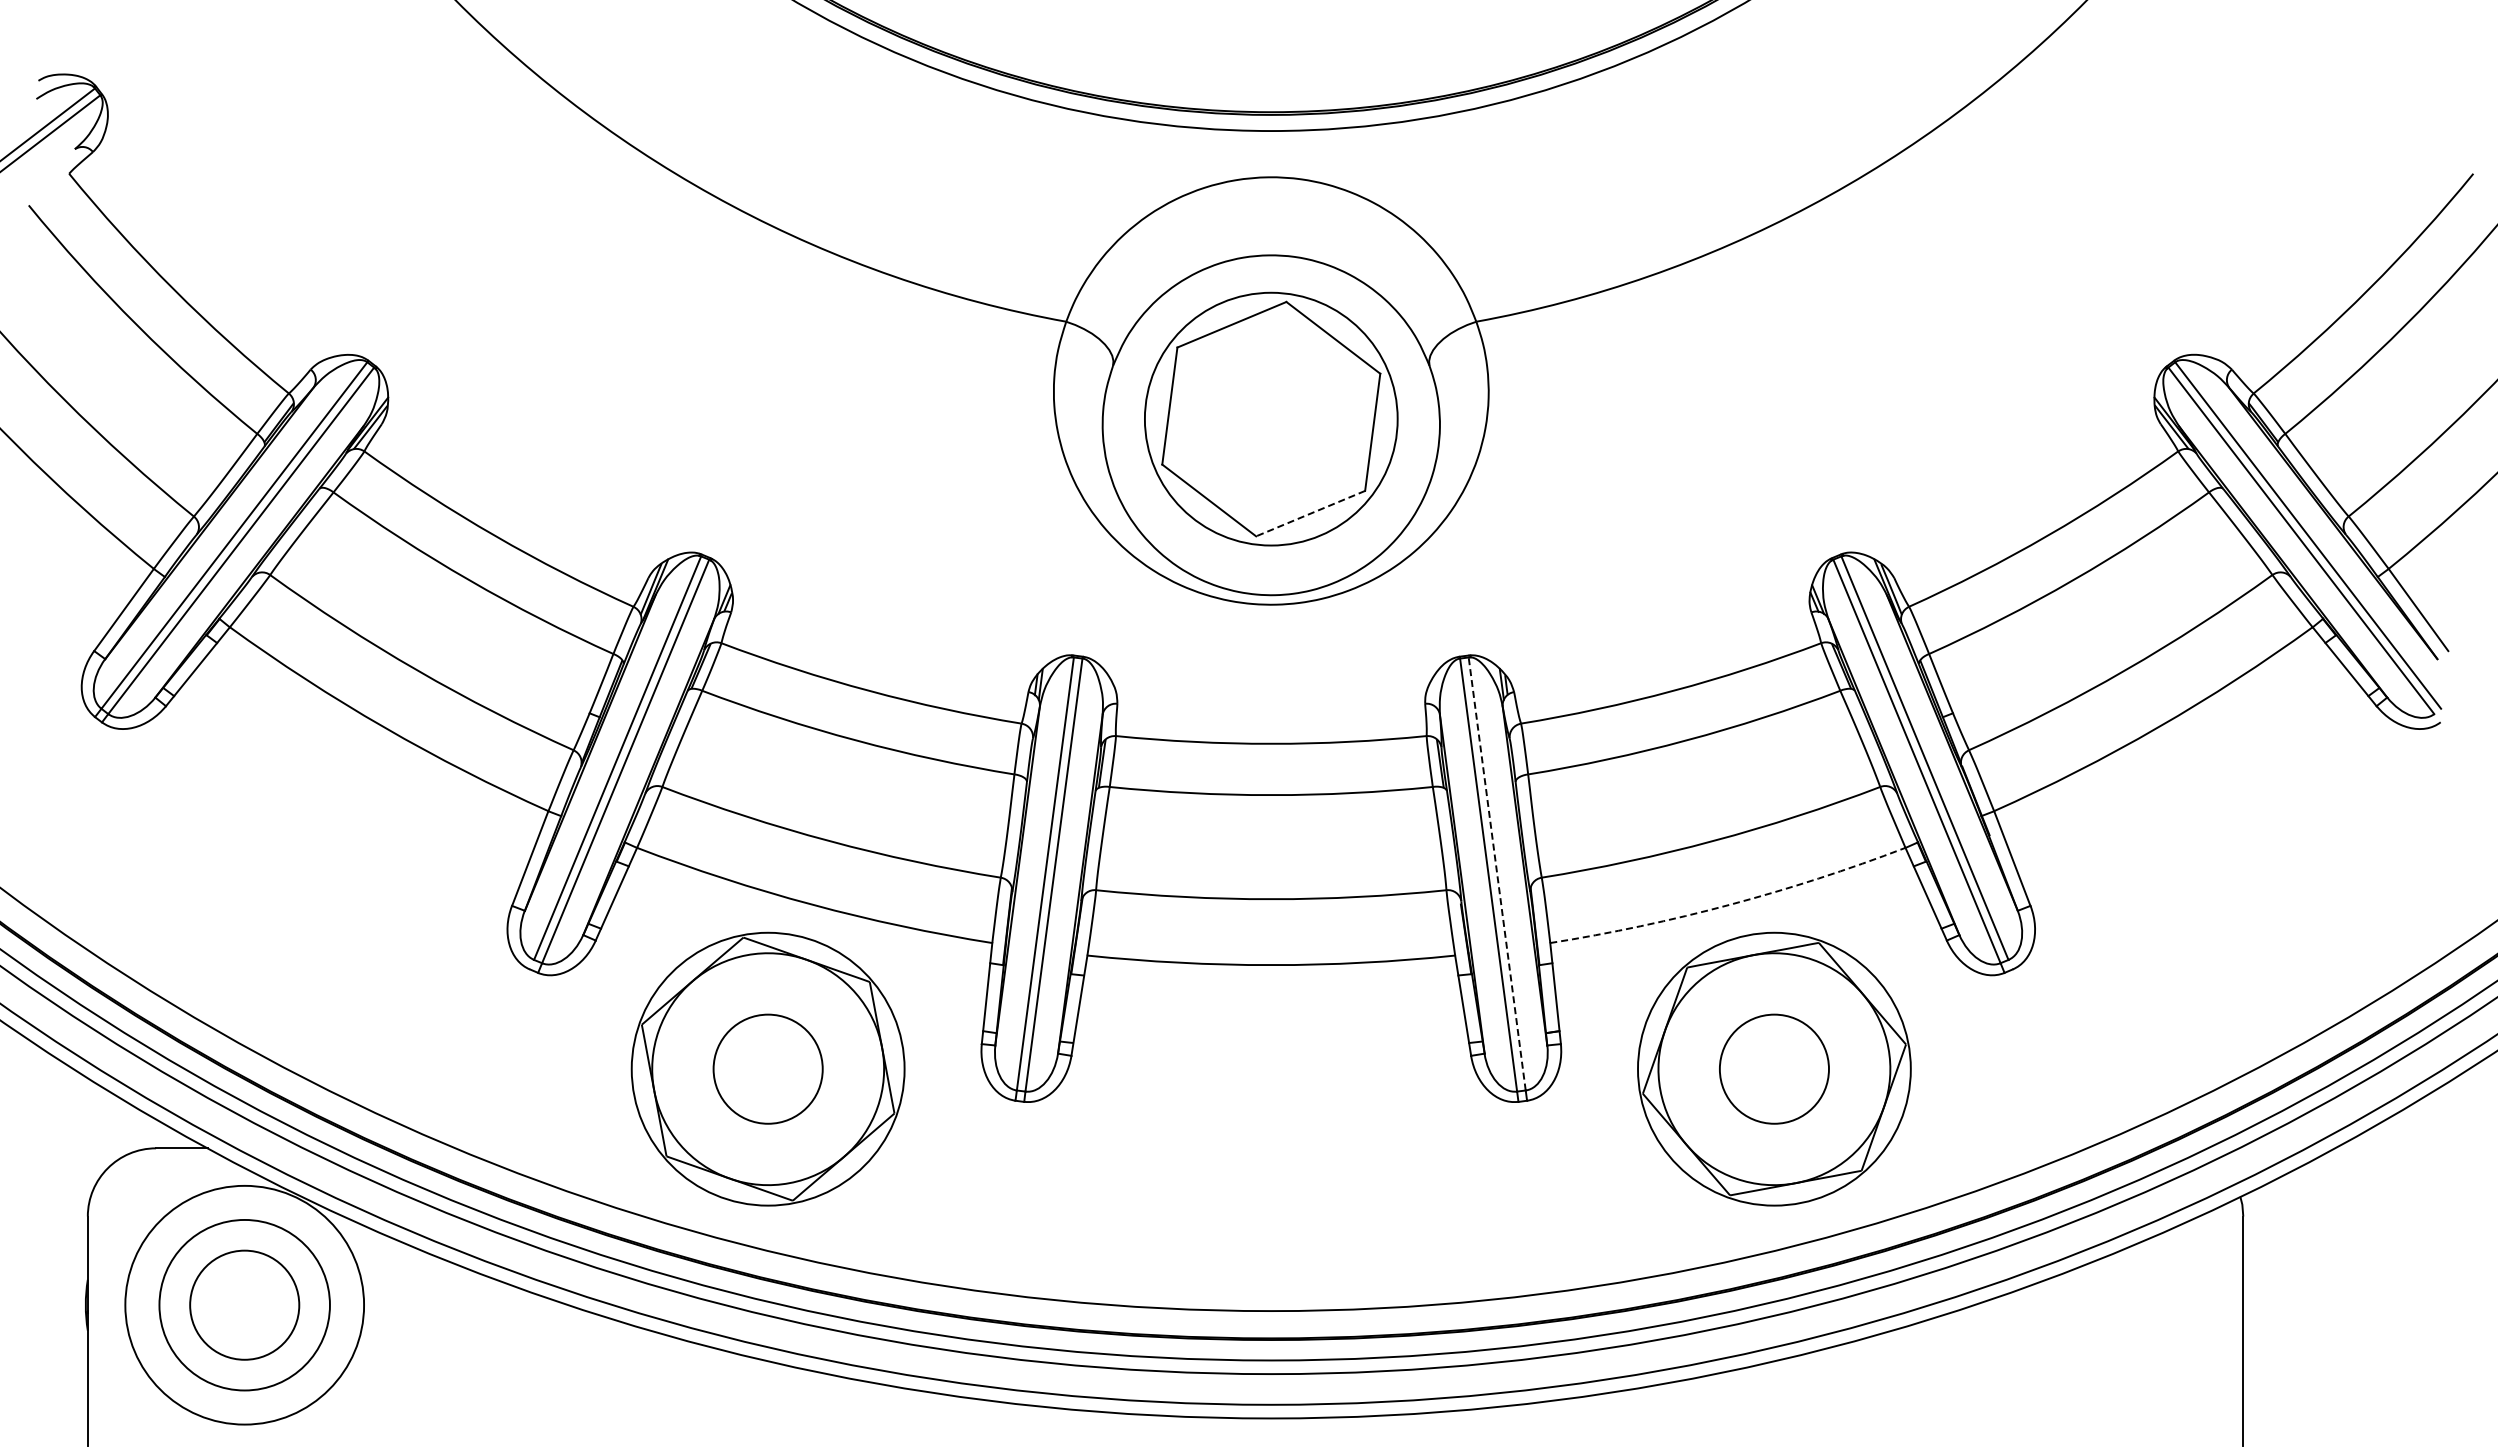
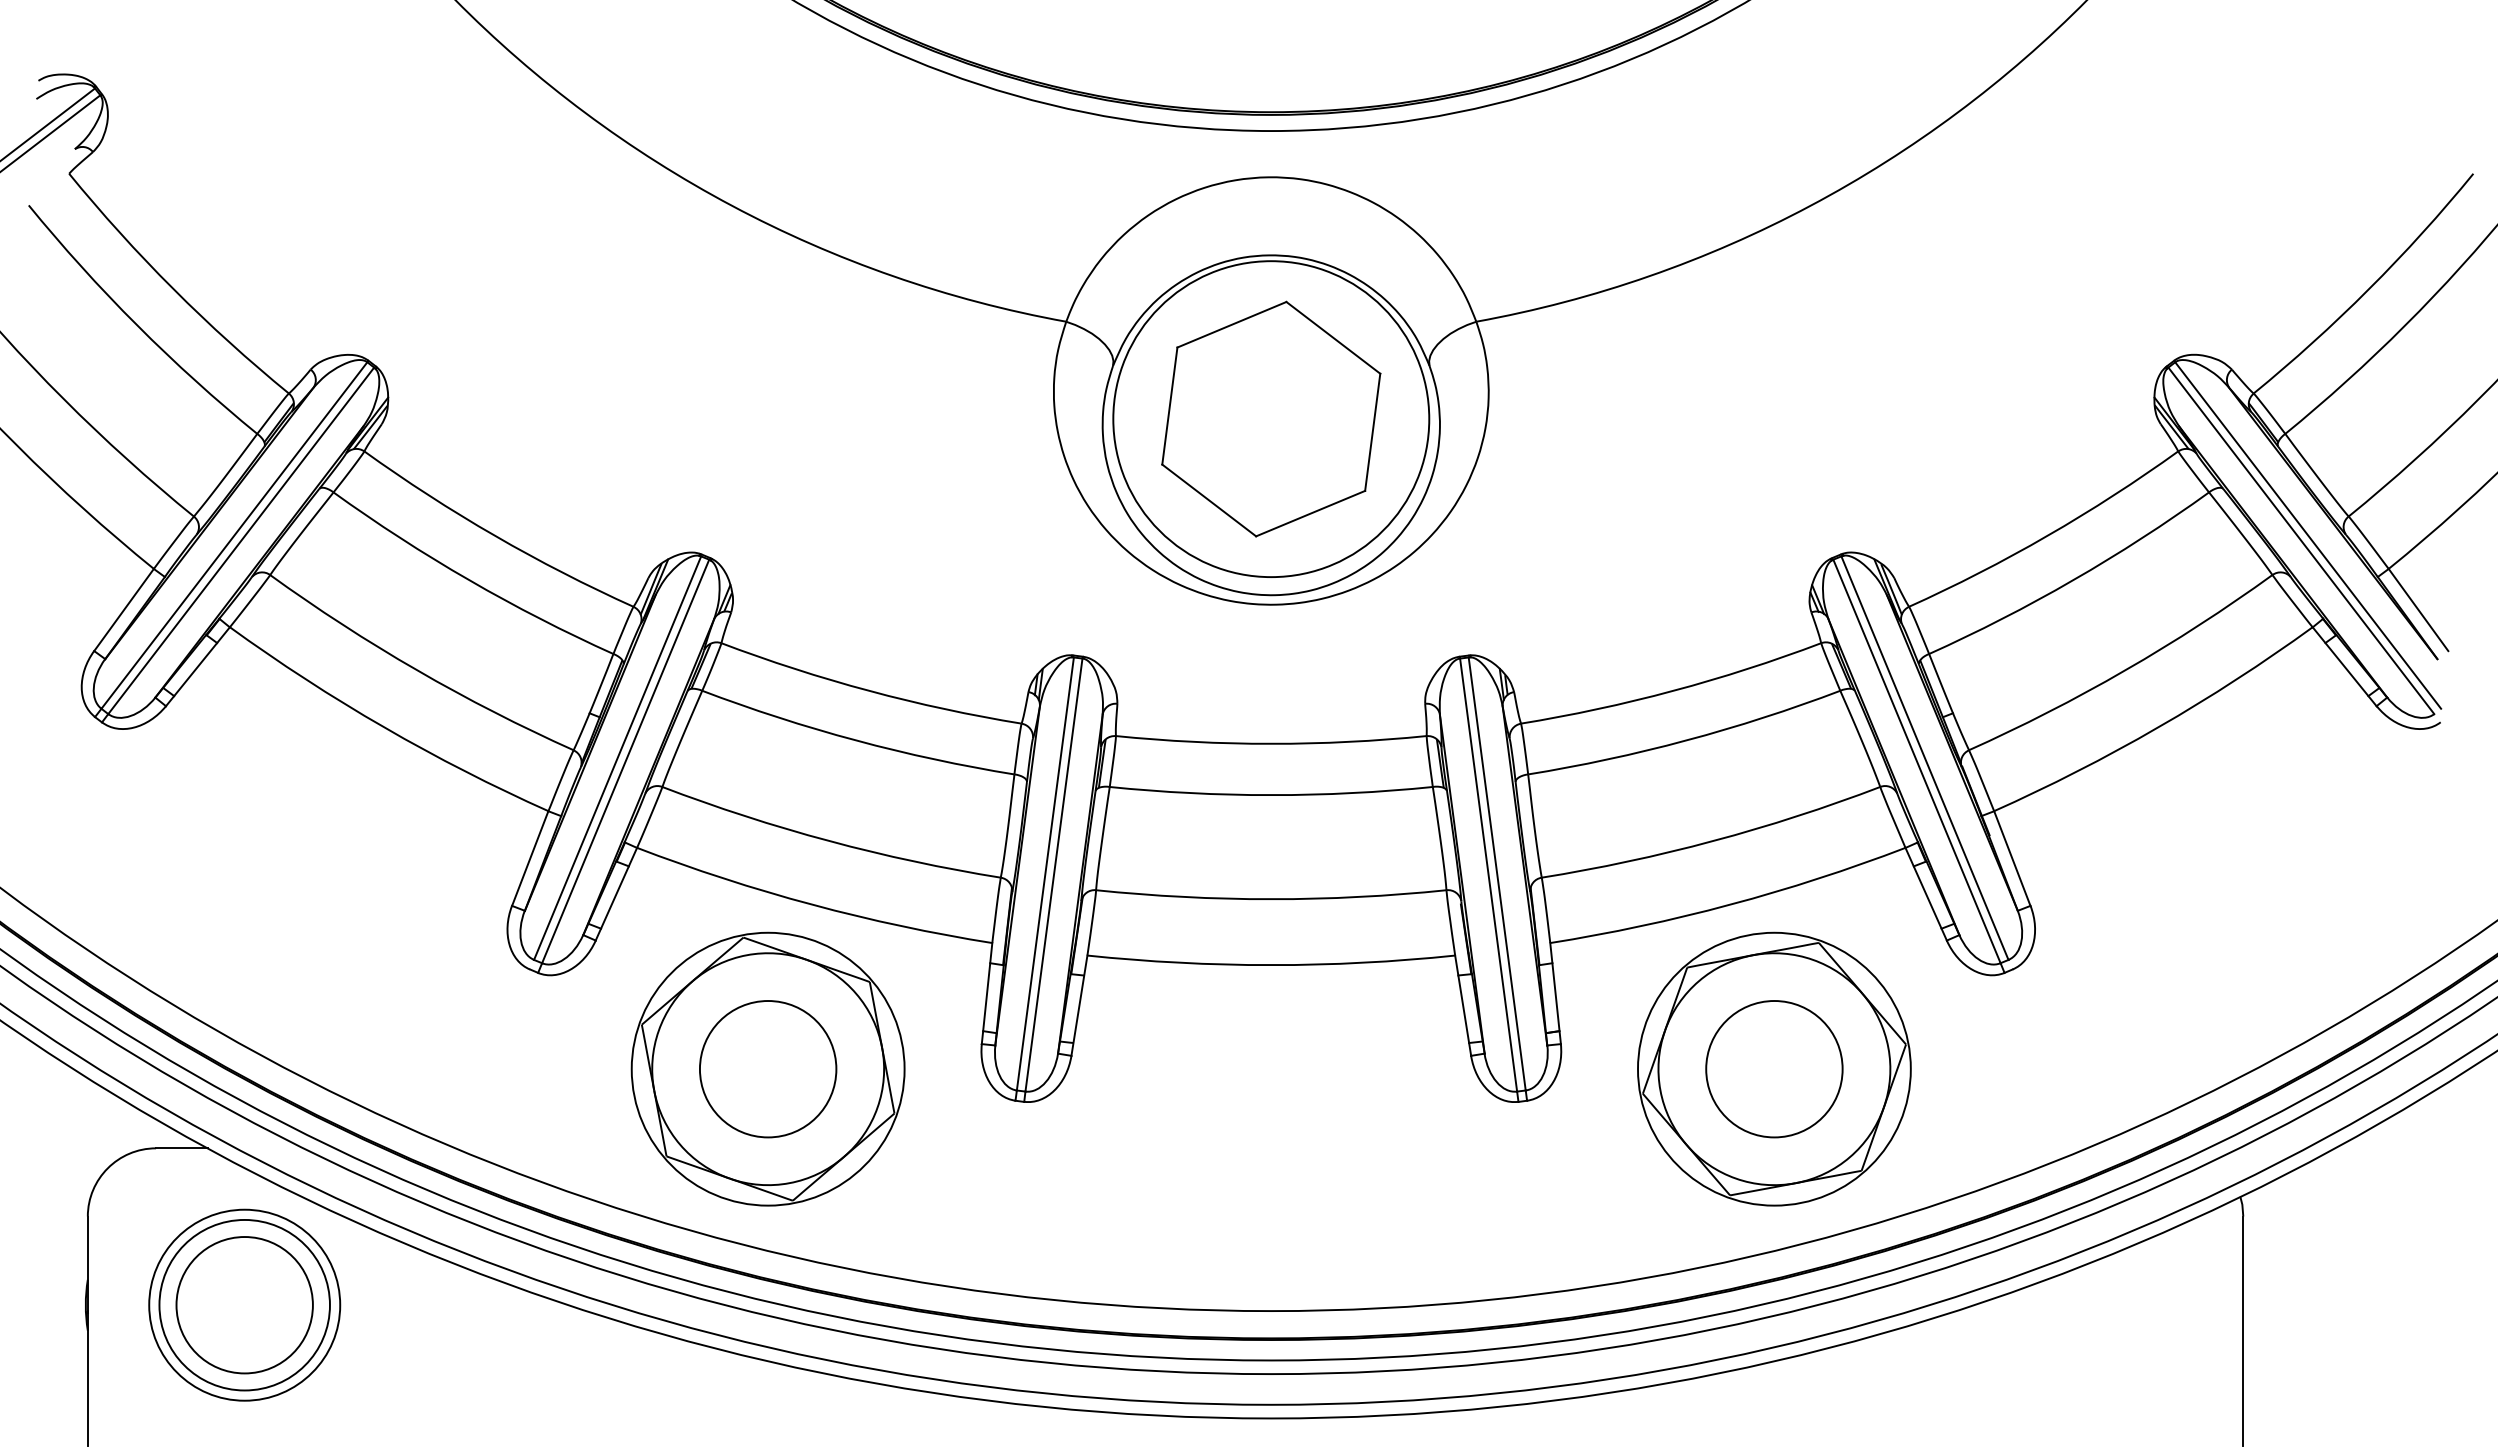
circle at (1270, 418) diameter: 253 px -> 316 px
line at (1310, 513): dashed -> solid
line at (1497, 873): dashed -> solid
arc at (1730, 904): dashed -> solid
circle at (767, 1068) diameter: 109 px -> 136 px
circle at (1773, 1068) diameter: 109 px -> 136 px
circle at (244, 1304) diameter: 109 px -> 136 px
circle at (244, 1304) diameter: 239 px -> 191 px
